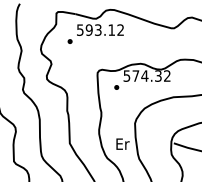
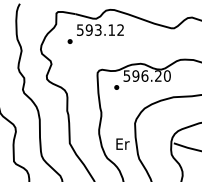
text at (151, 75): 574.32 -> 596.20
